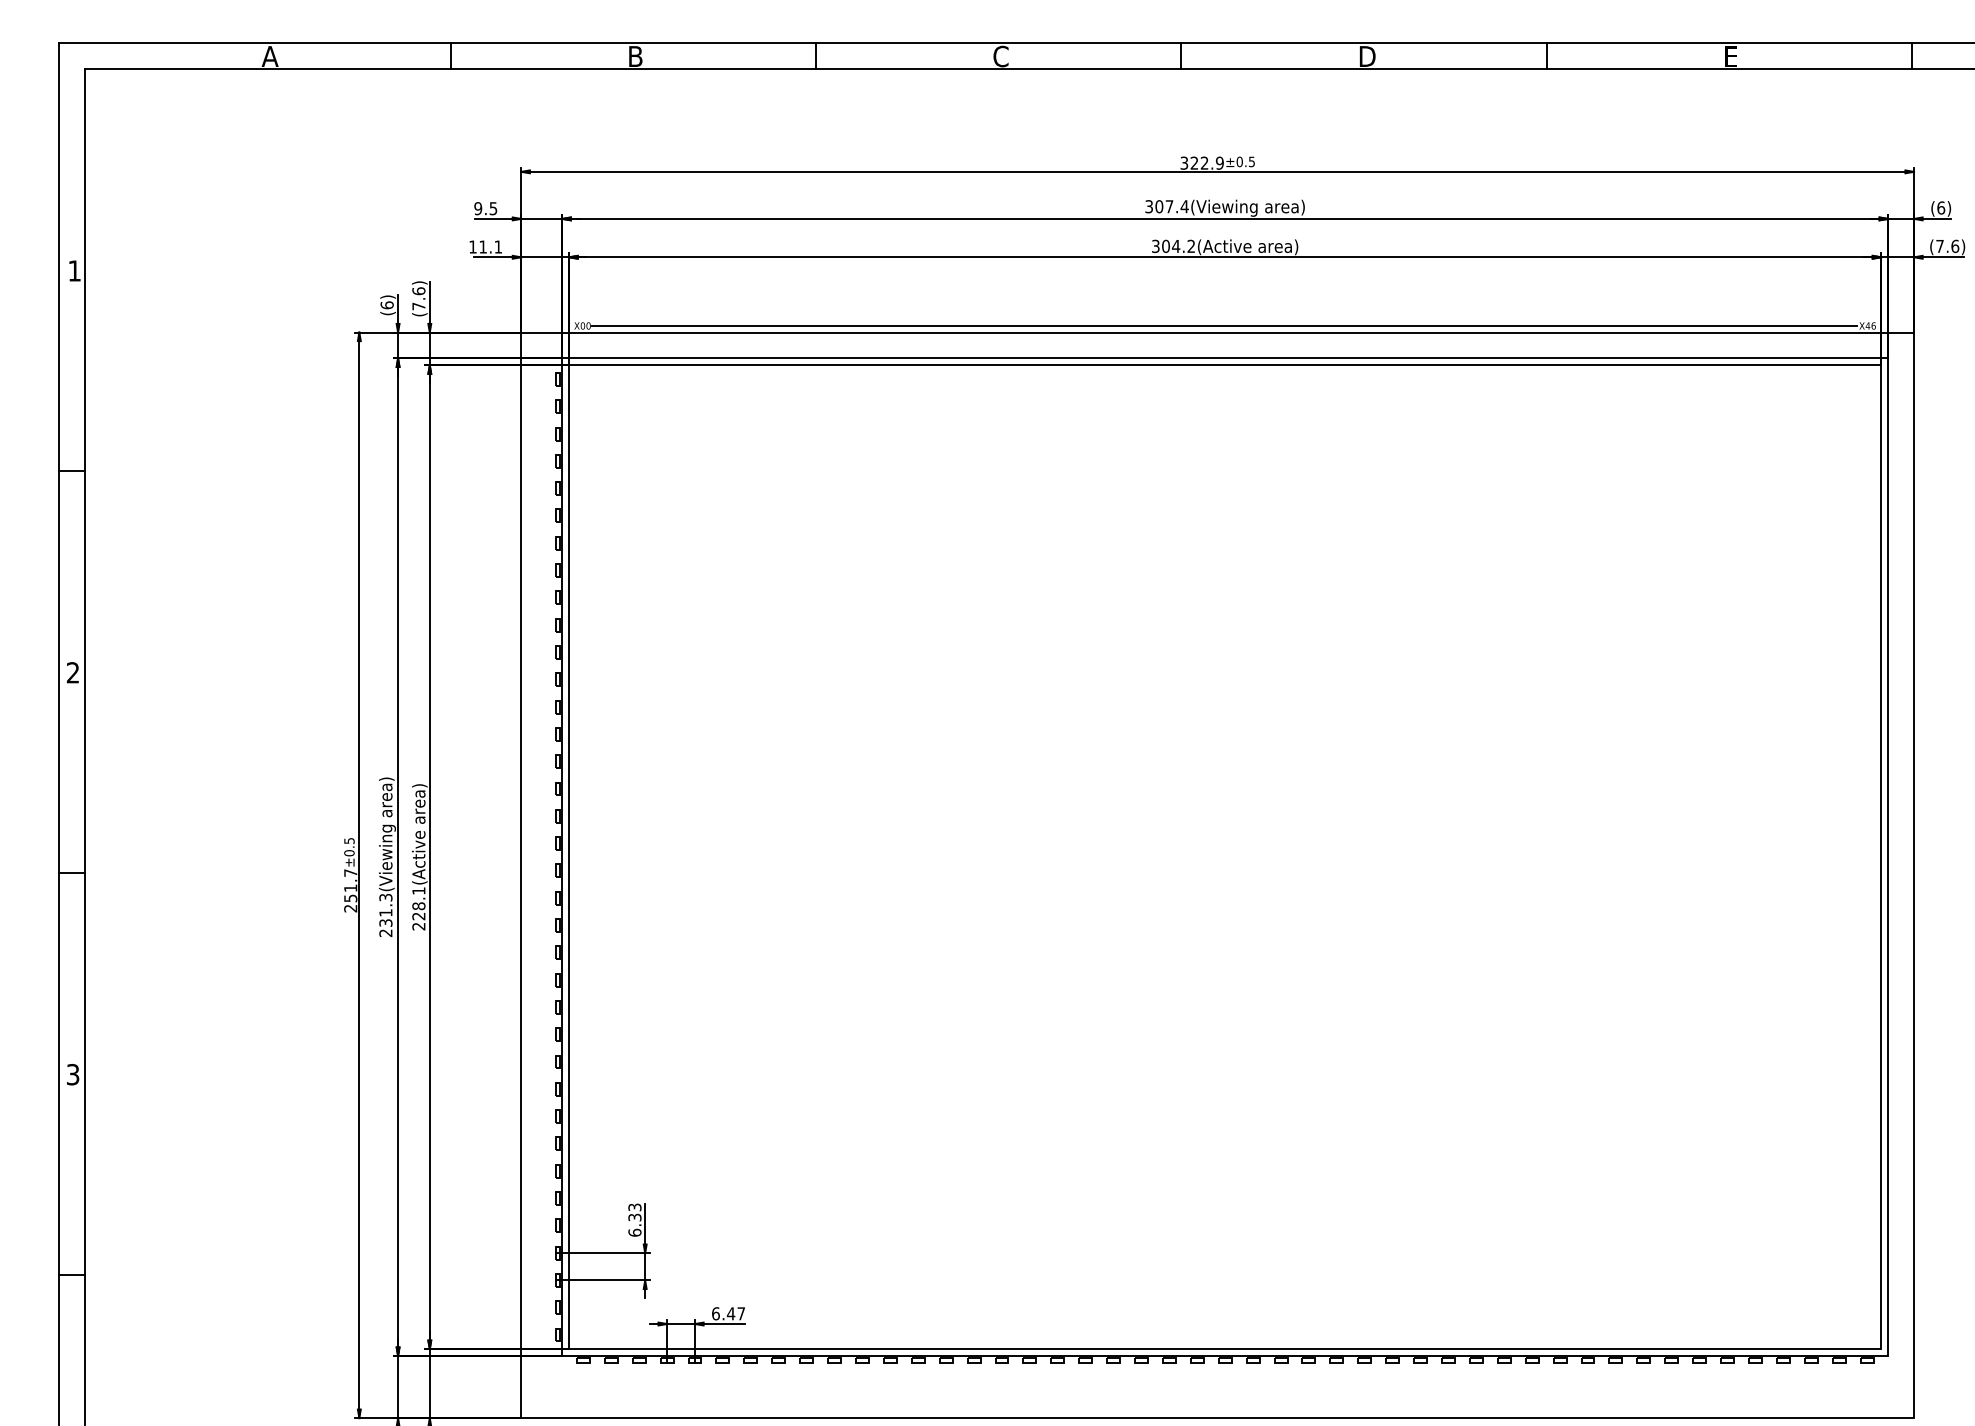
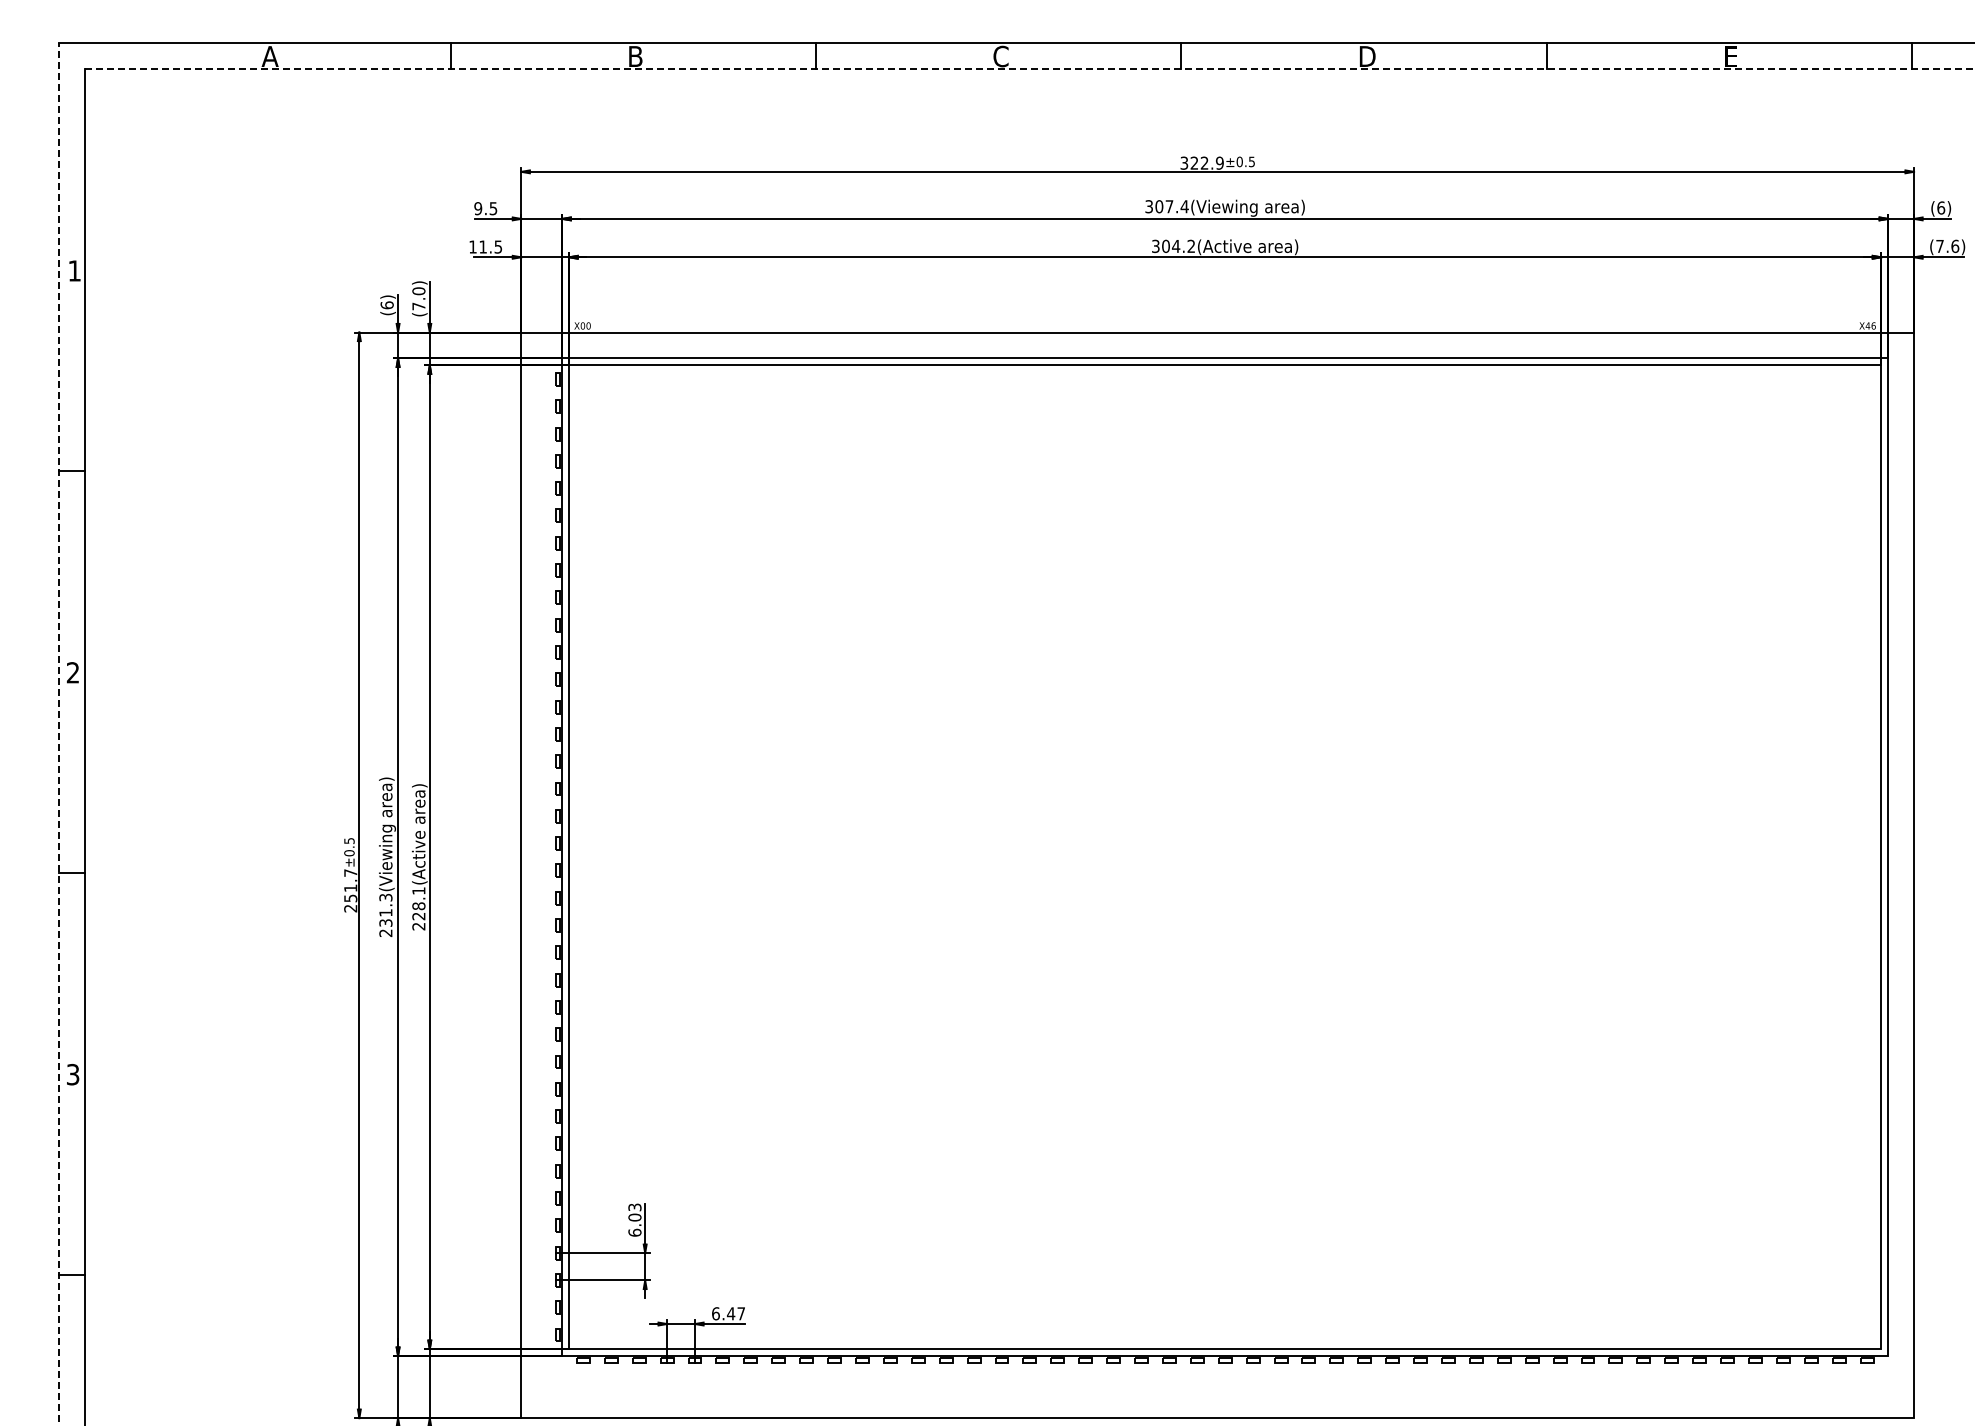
line at (1030, 68): solid -> dashed
text at (498, 246): 11.1 -> 11.5
text at (418, 290): (7.6) -> (7.0)
line at (1223, 326): present -> none
line at (59, 733): solid -> dashed
text at (634, 1217): 6.33 -> 6.03
